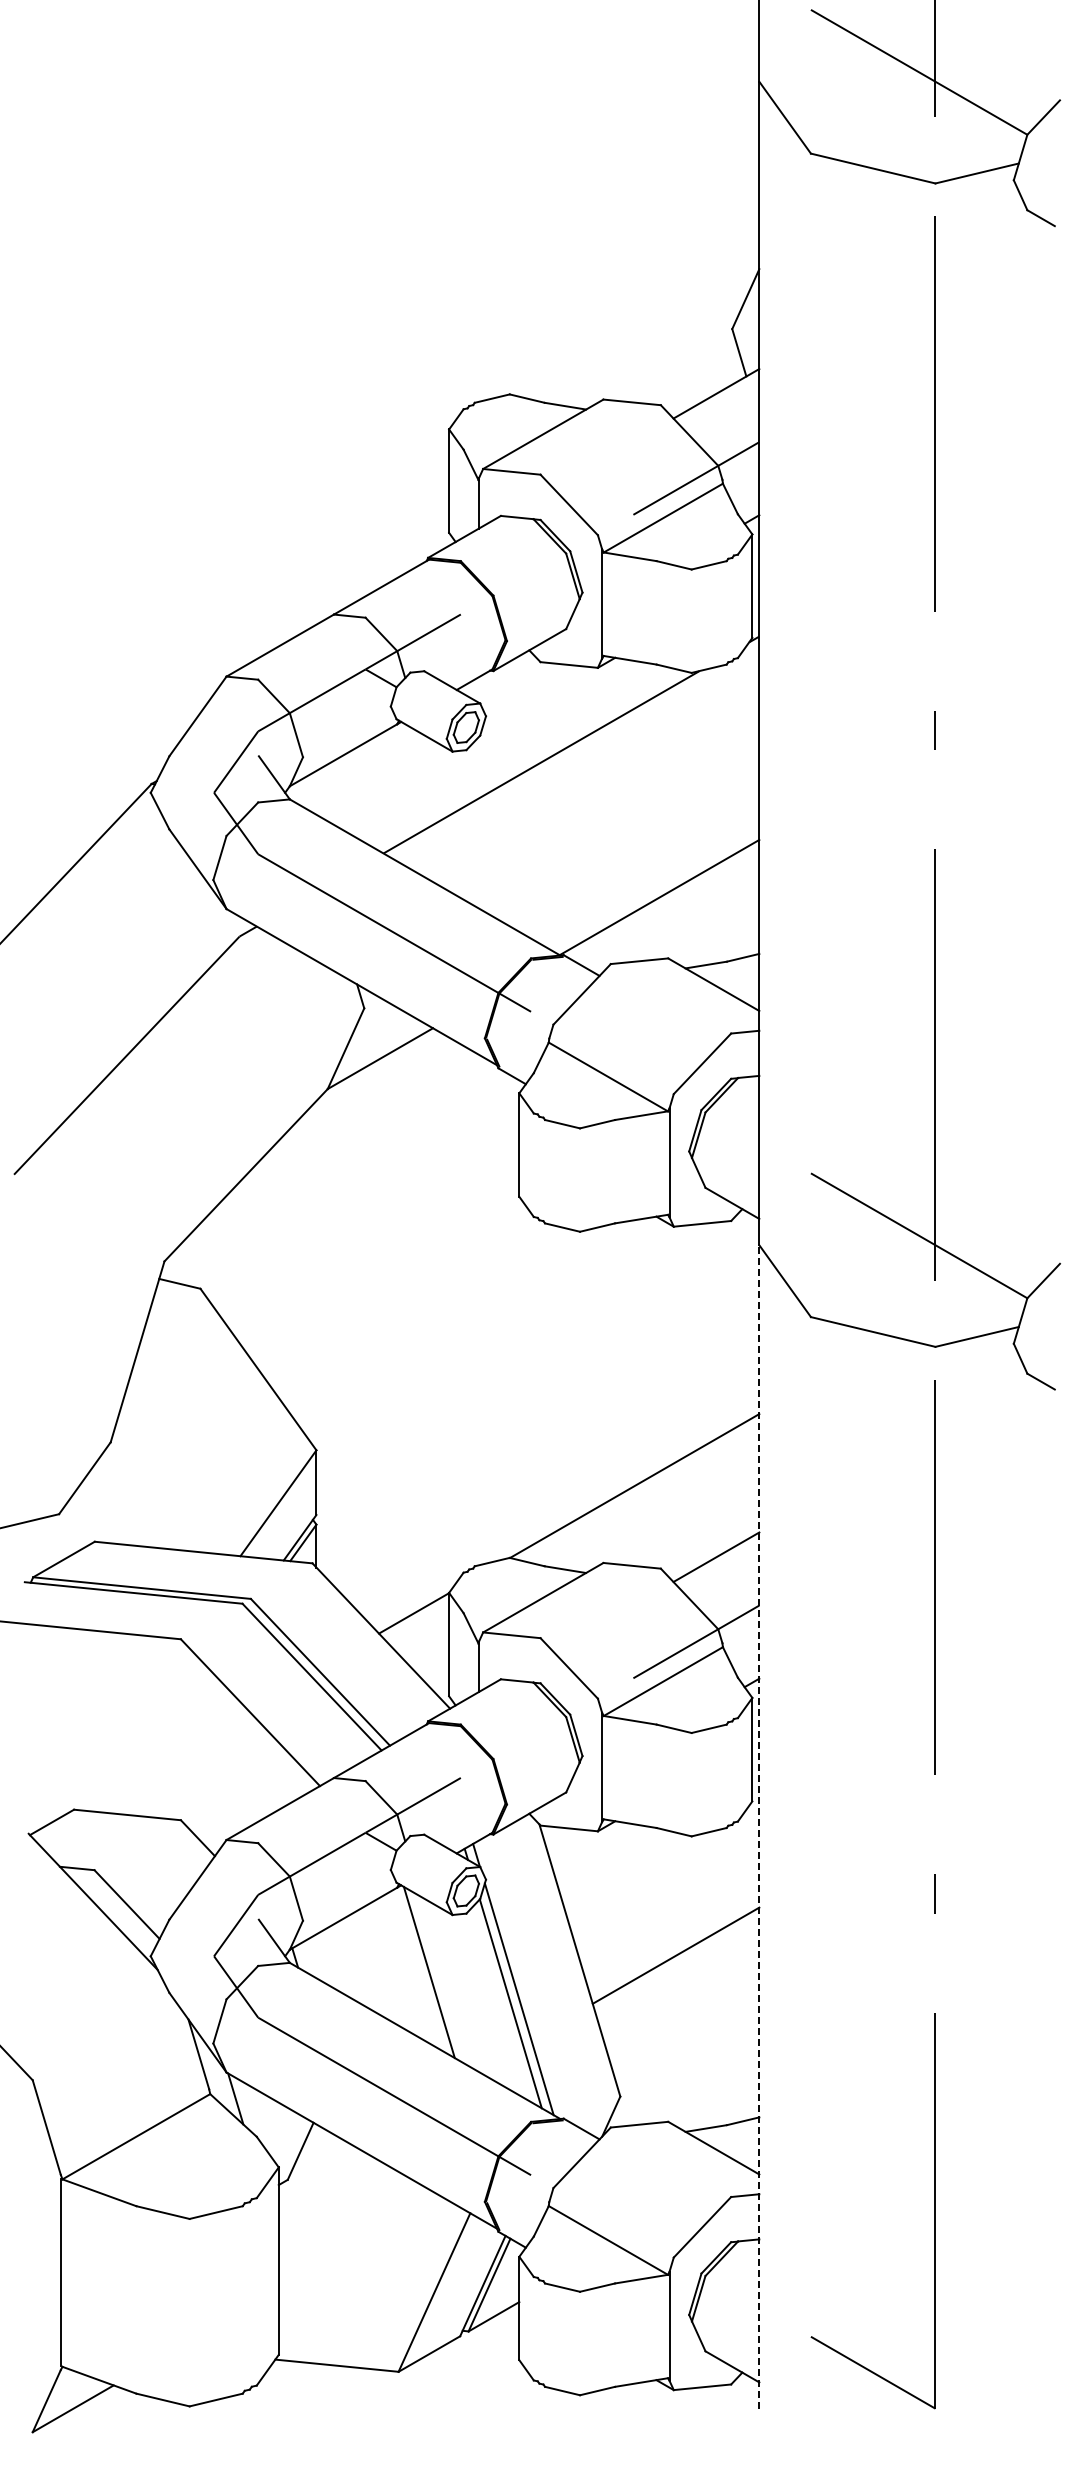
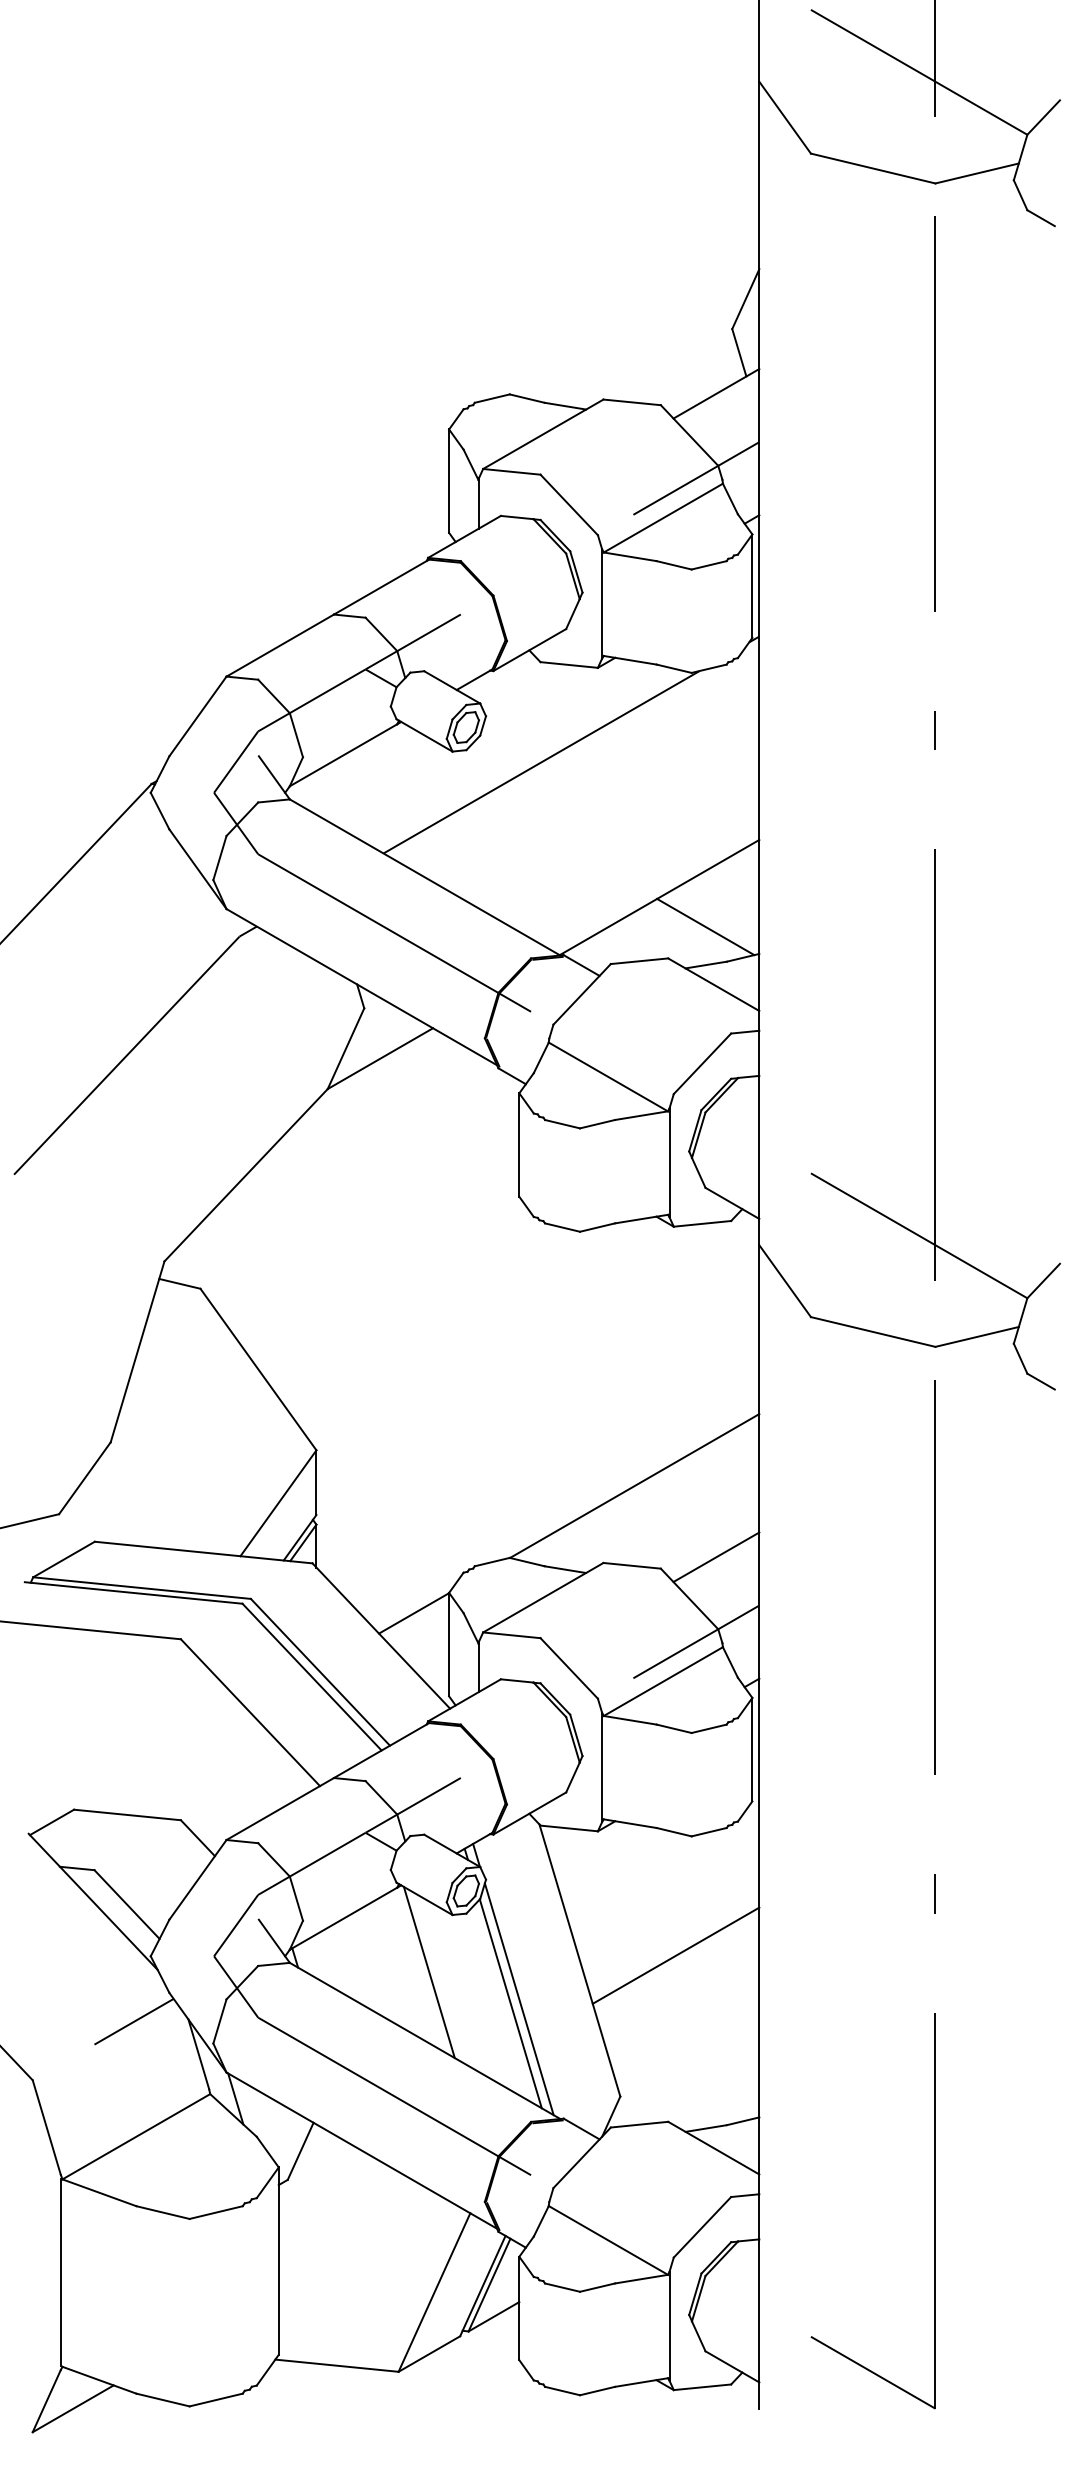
line at (705, 926): none -> present
line at (759, 1826): dashed -> solid
line at (133, 2021): none -> present
